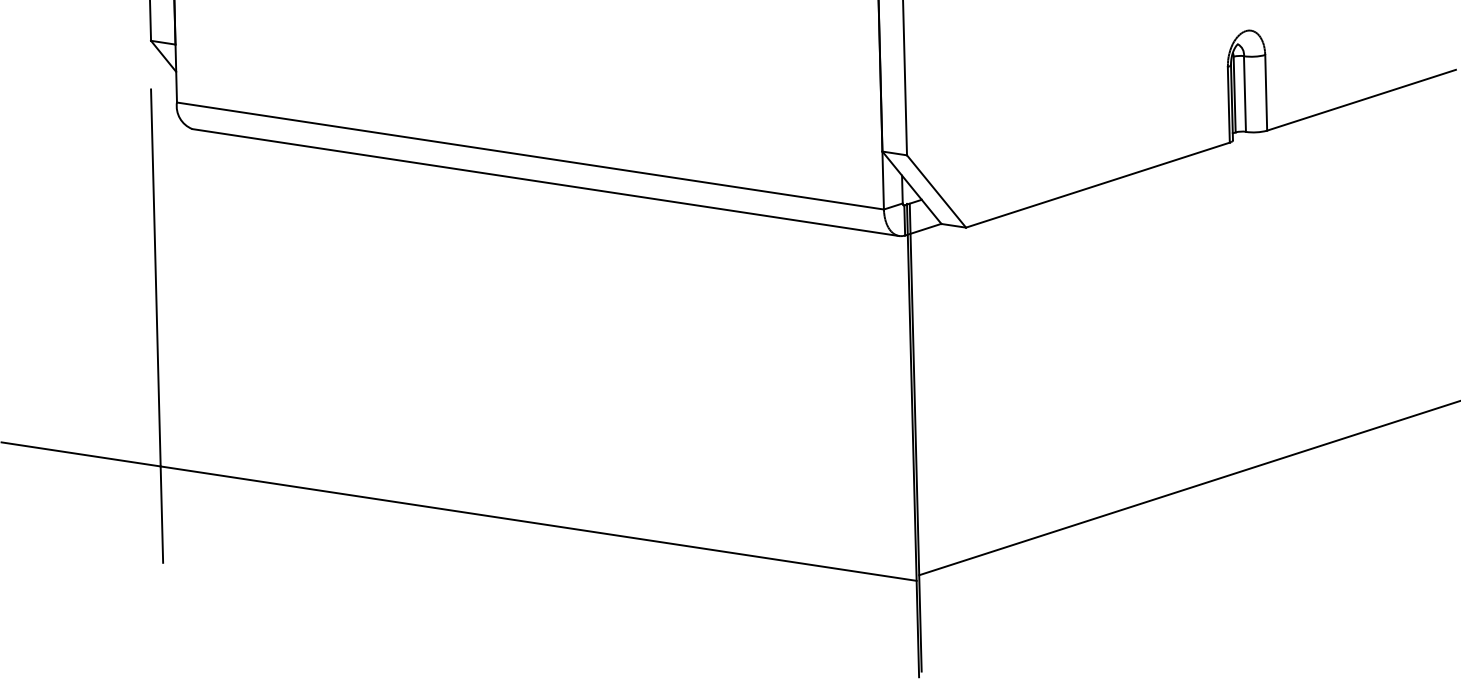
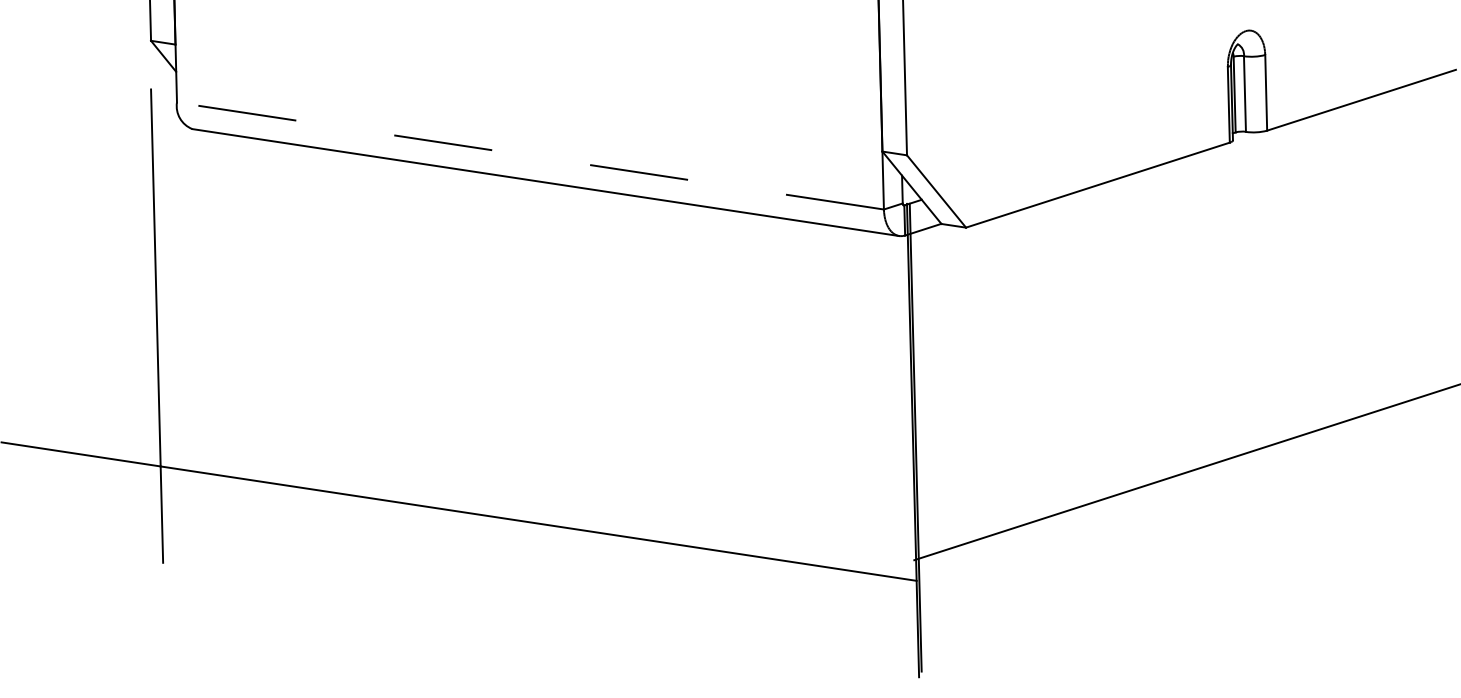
line at (529, 155): solid -> dashed
line at (1188, 488) position: (1188, 488) -> (1185, 472)
